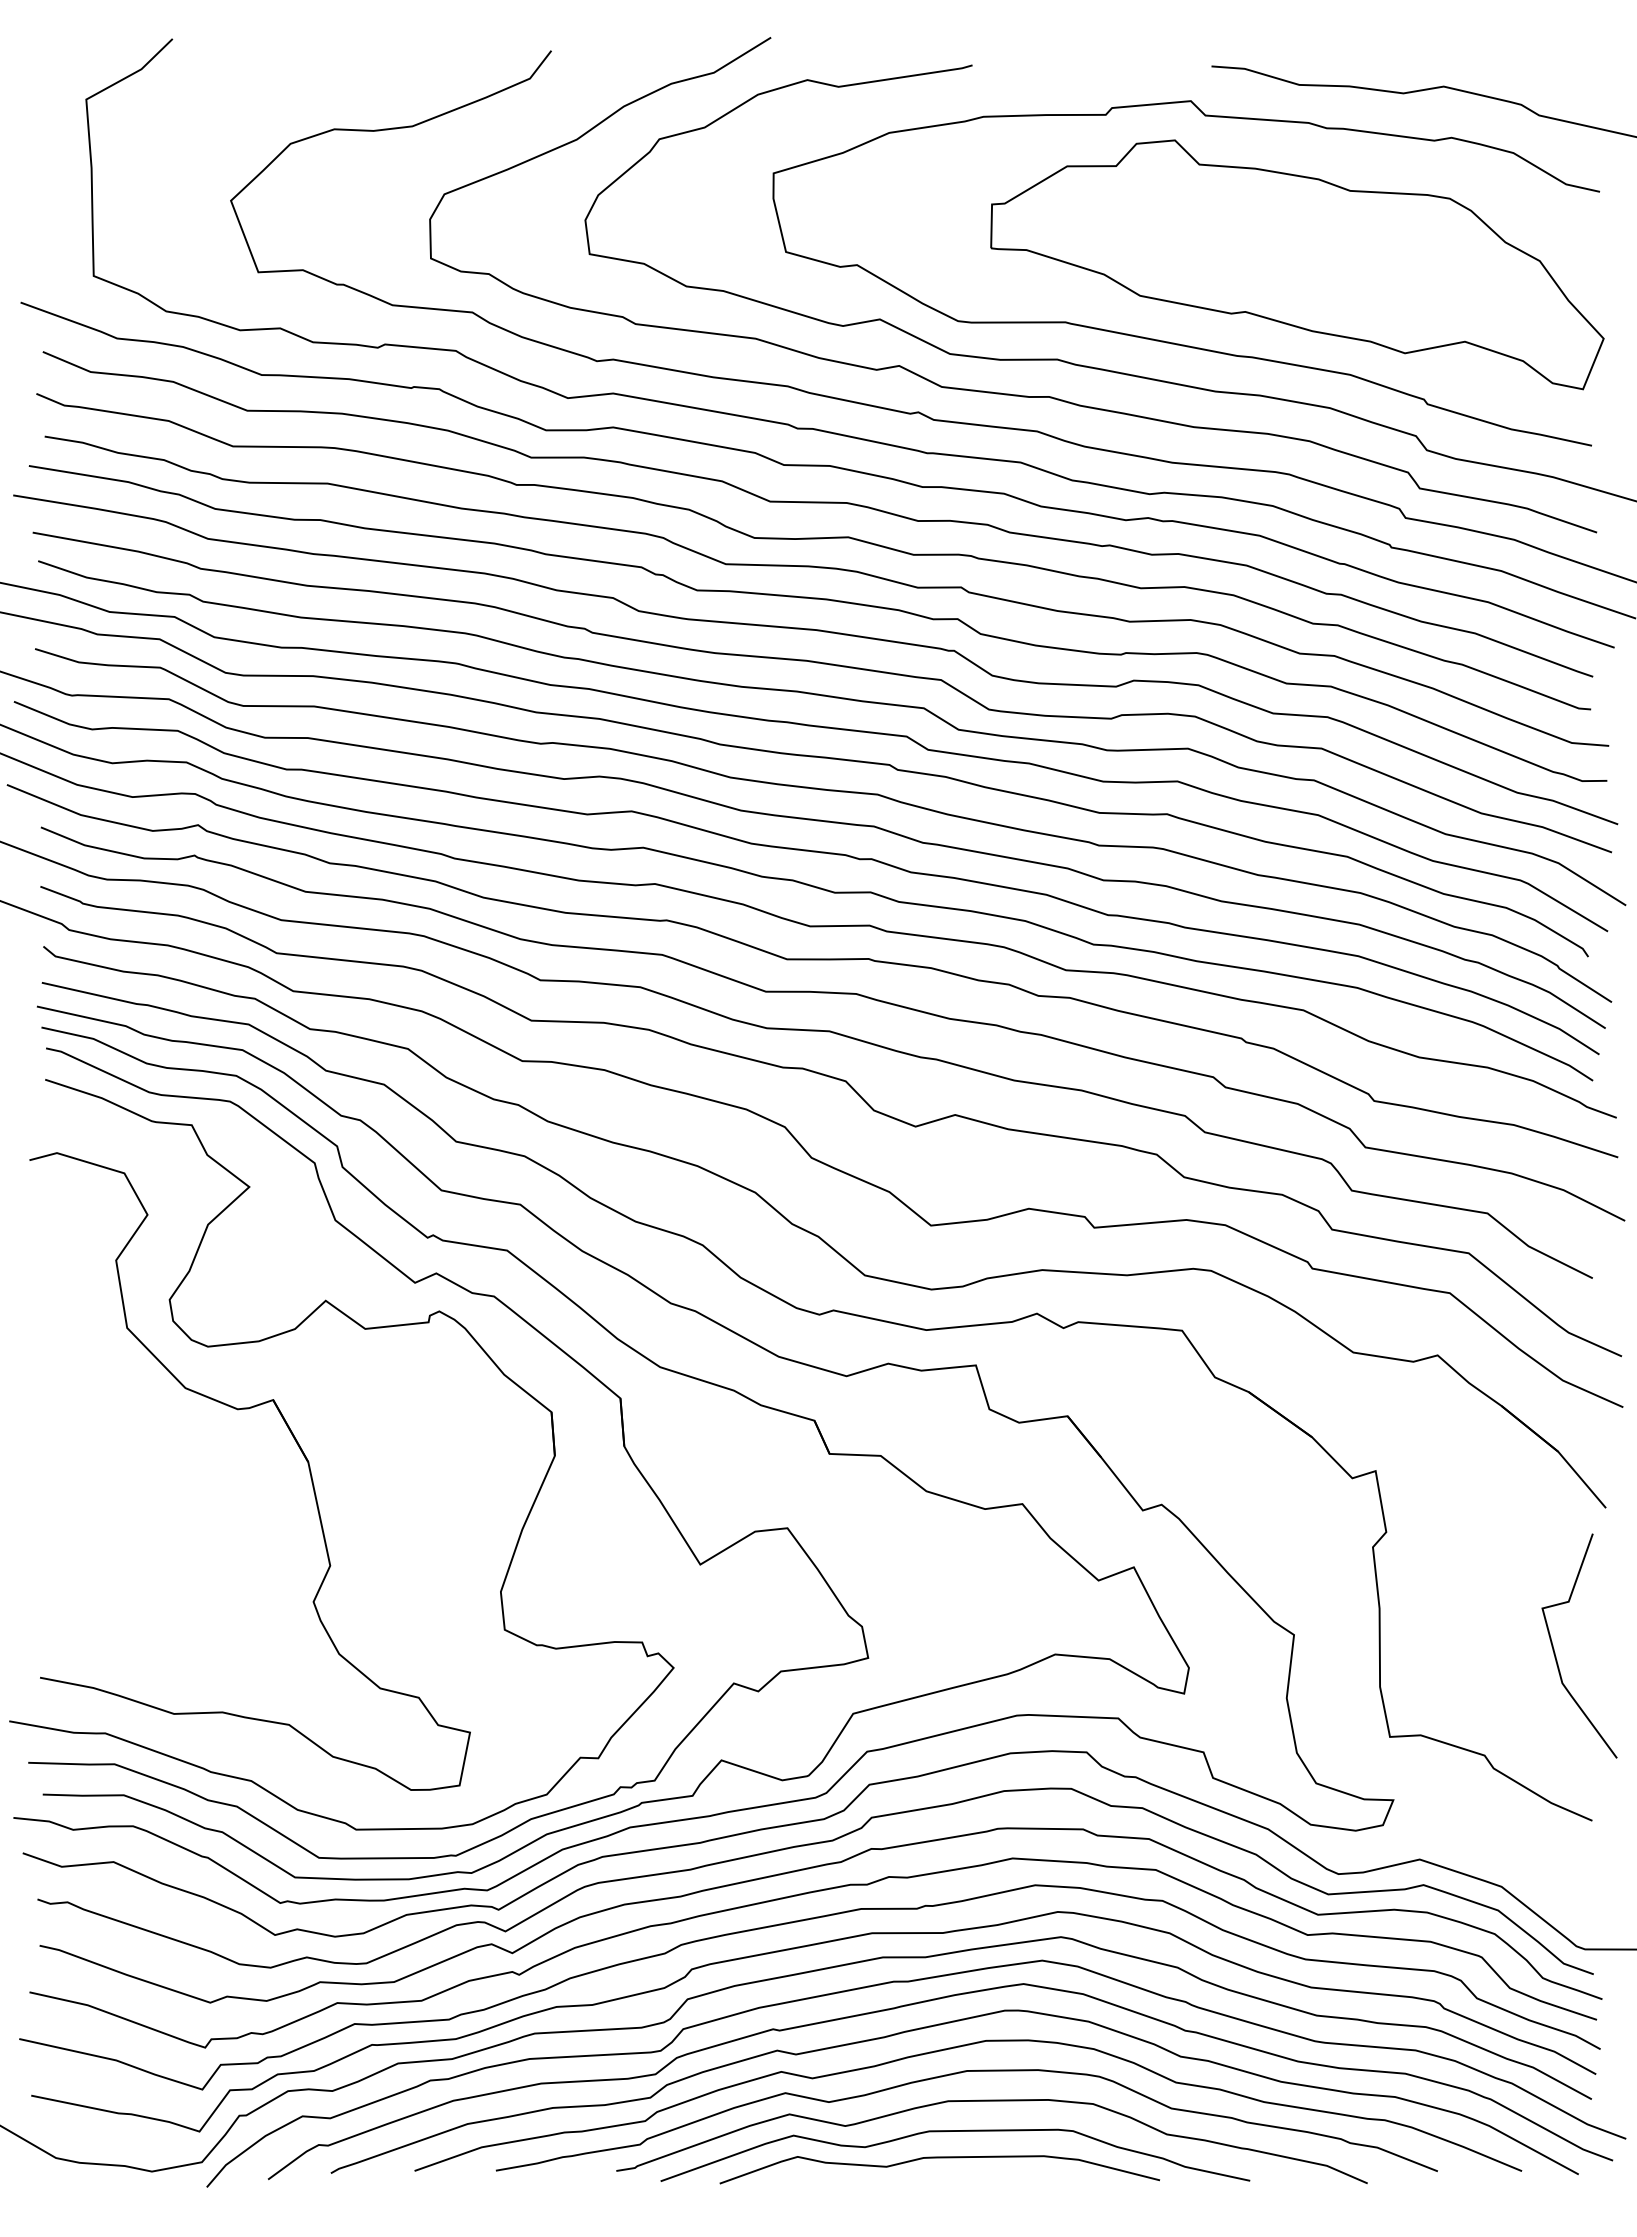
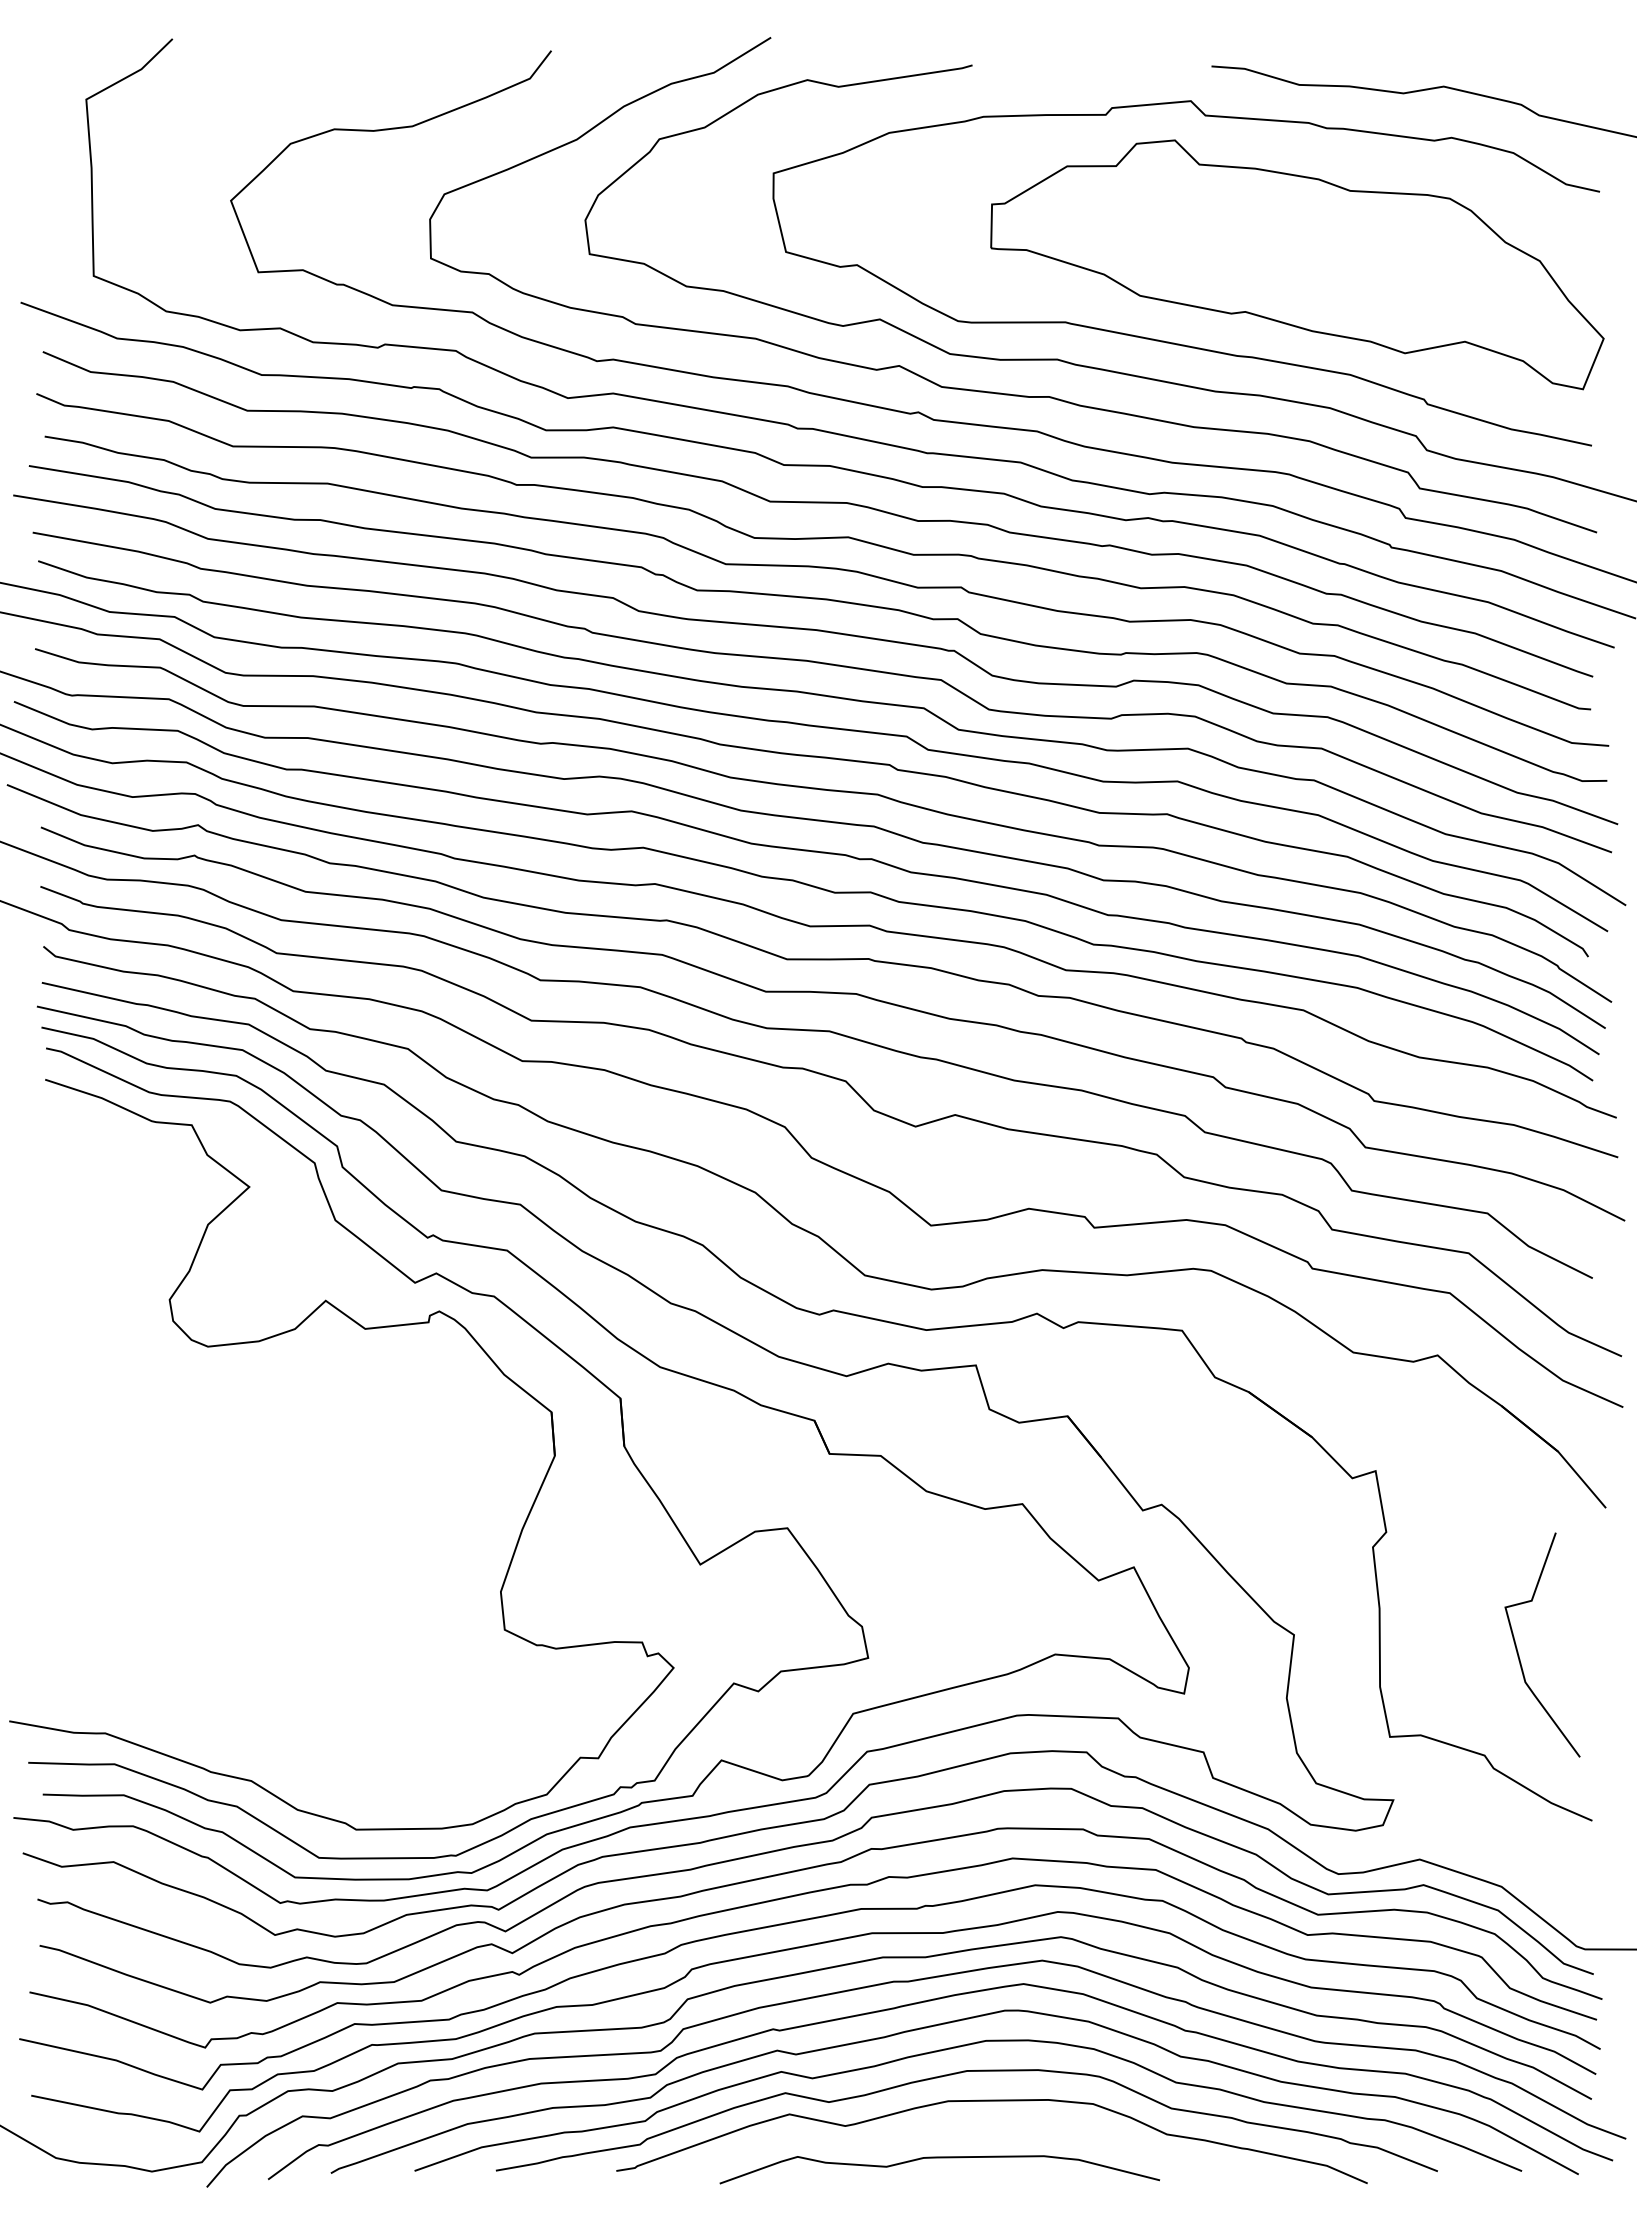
part at (298, 1447): present -> none
curve at (1555, 1652) position: (1555, 1652) -> (1518, 1651)
curve at (955, 2131): present -> none
